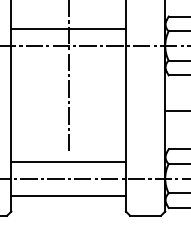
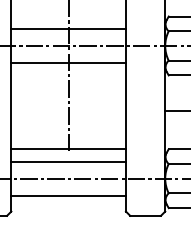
line at (68, 62): none -> present
line at (68, 148): none -> present
